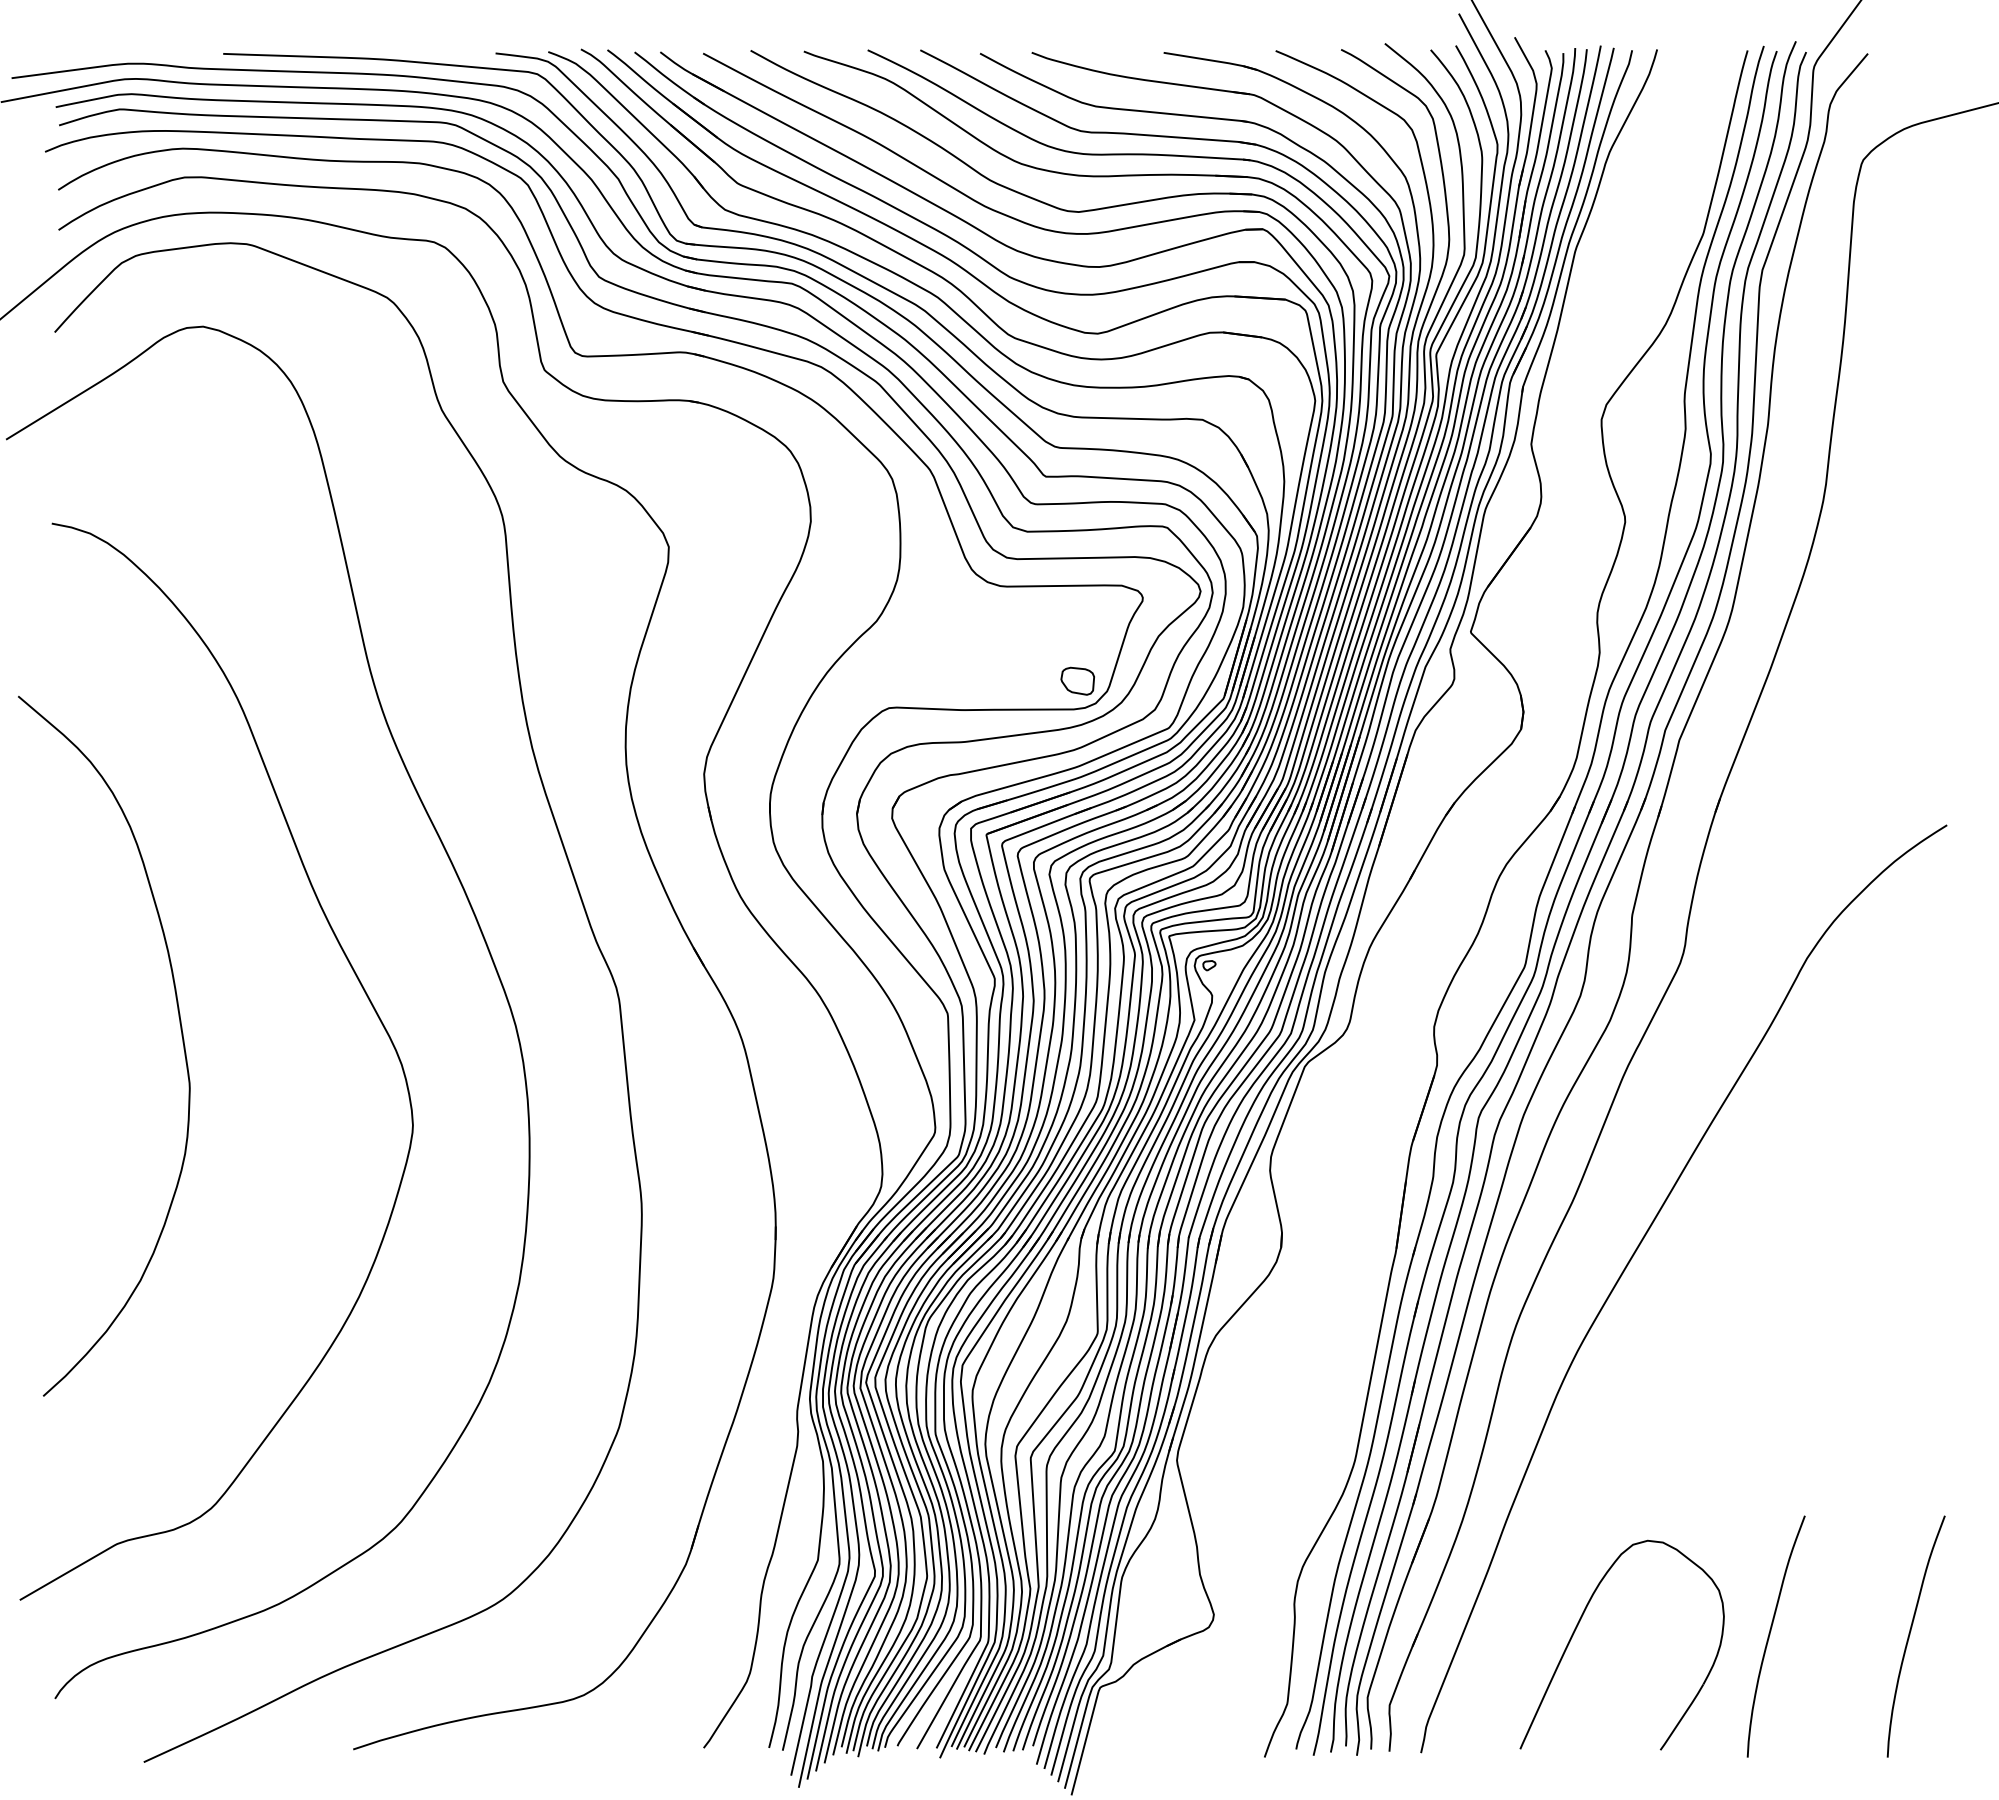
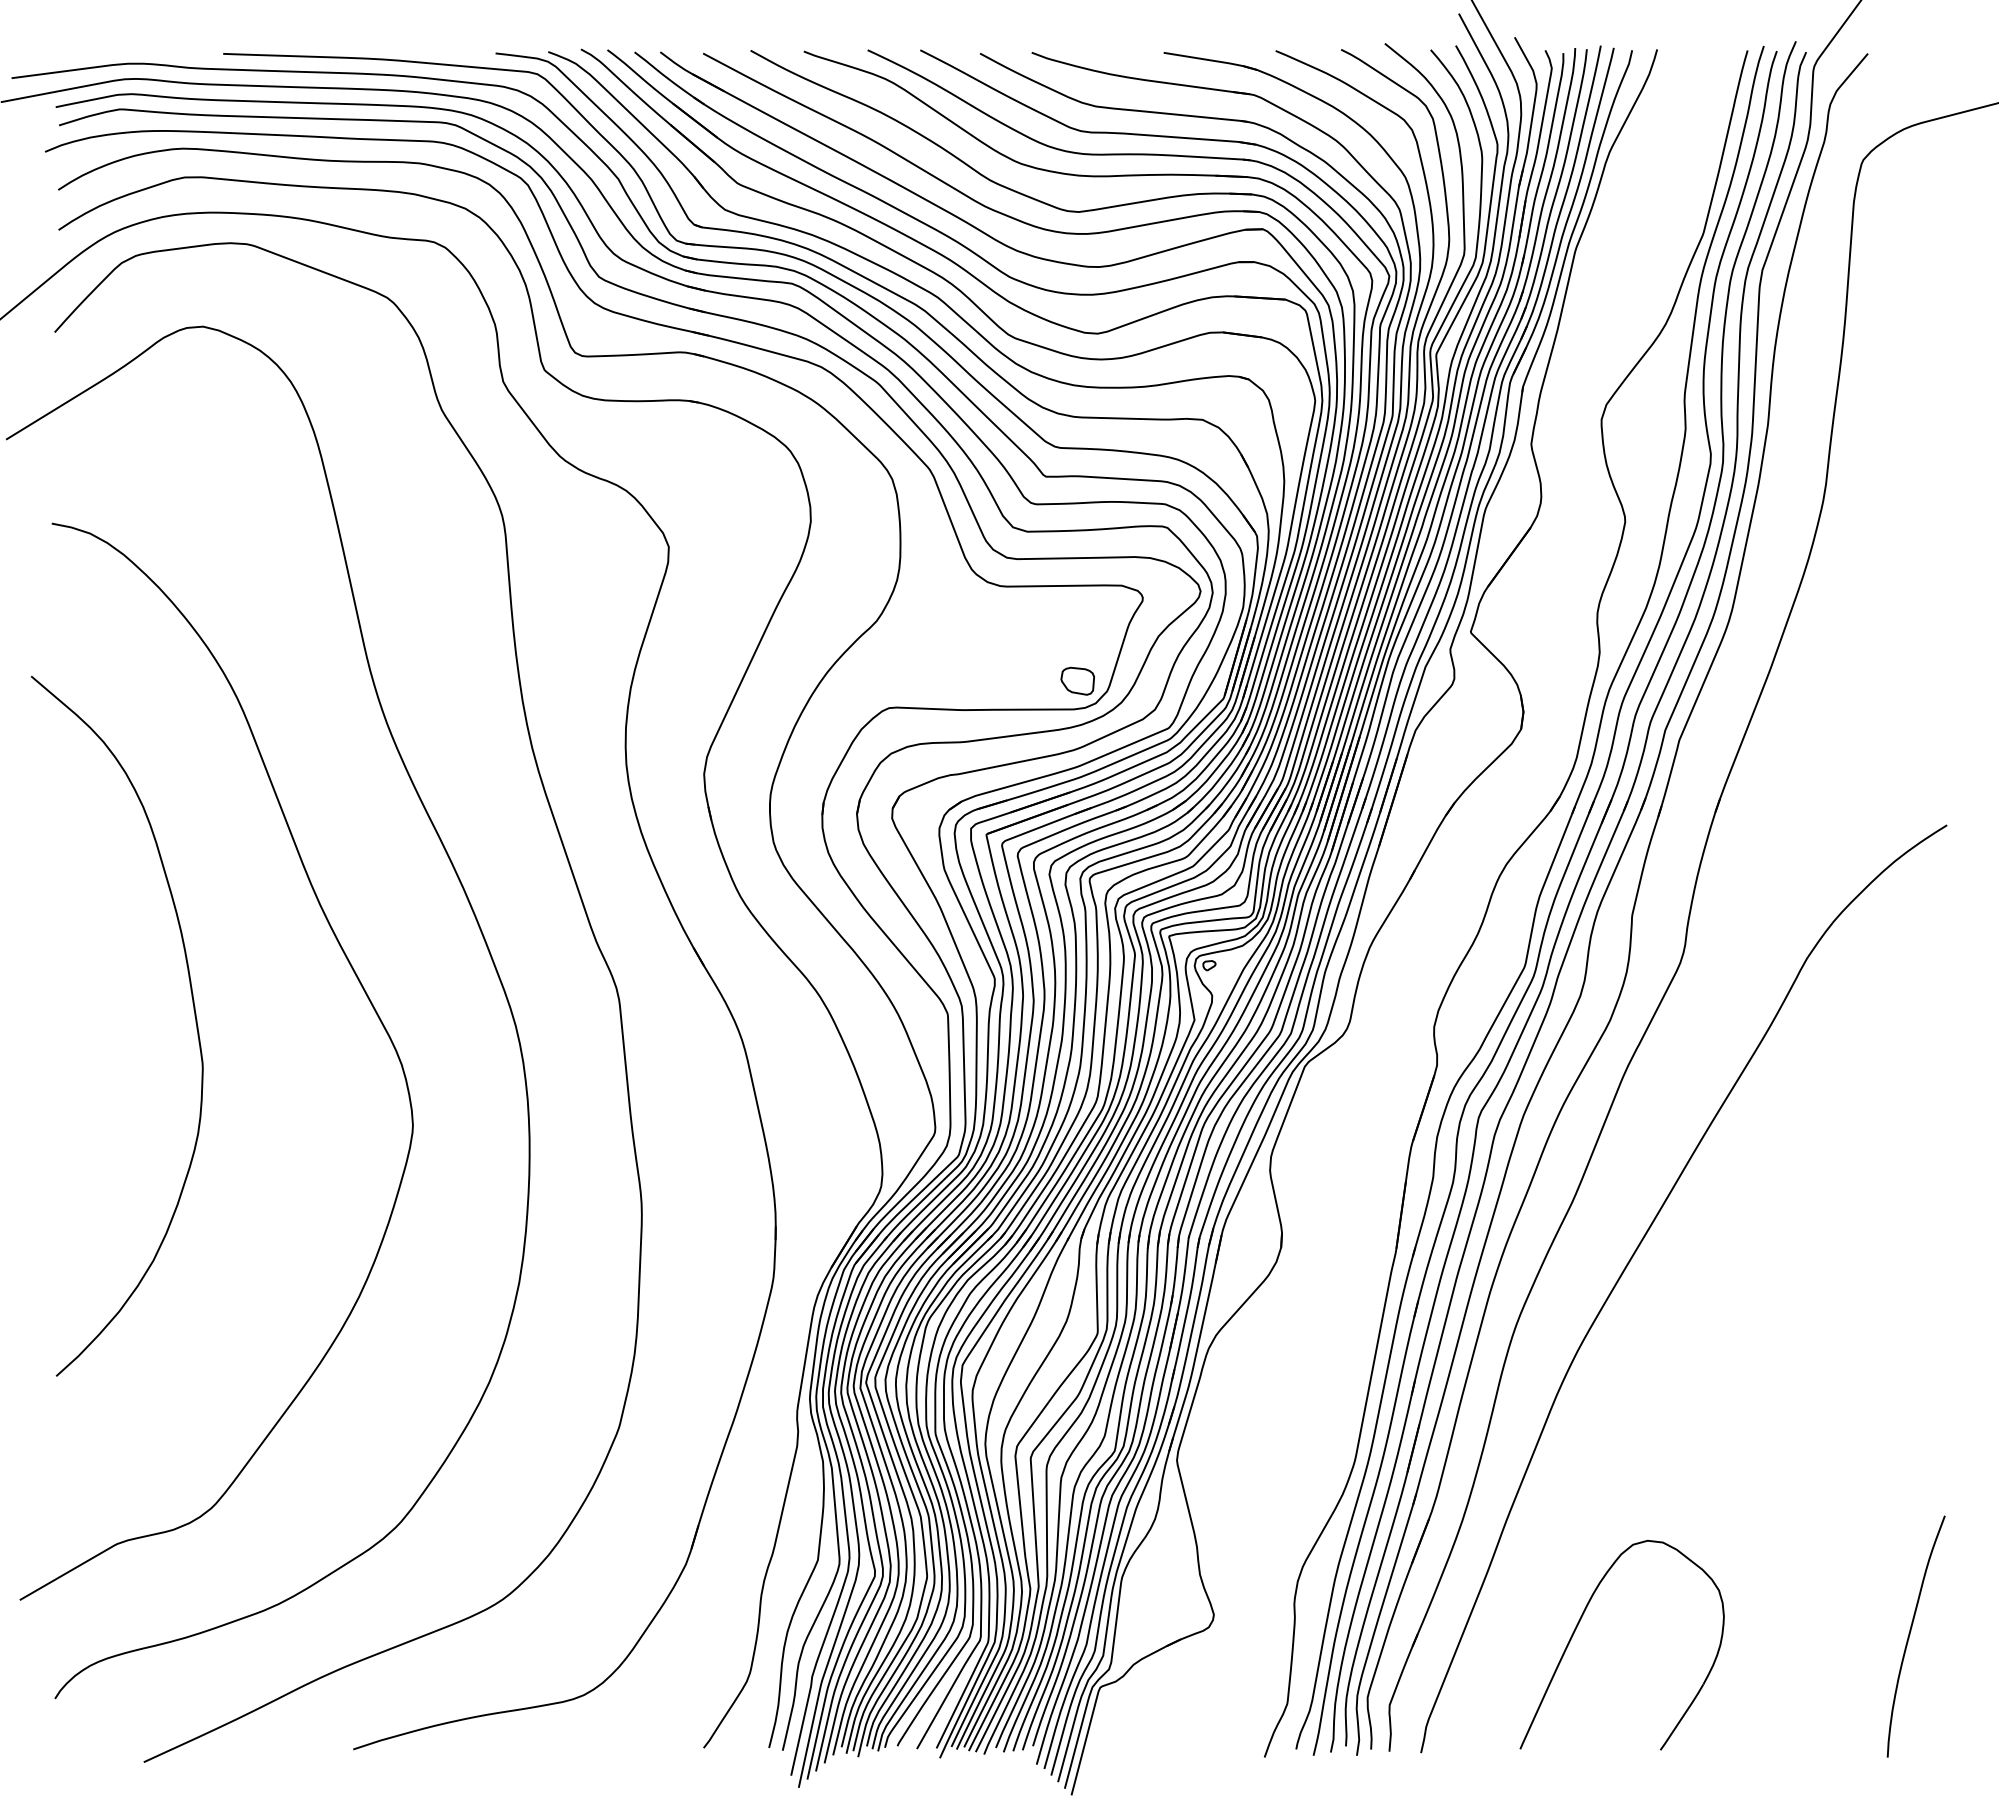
curve at (180, 1030) position: (180, 1030) -> (193, 1010)
curve at (1770, 1635): present -> none
